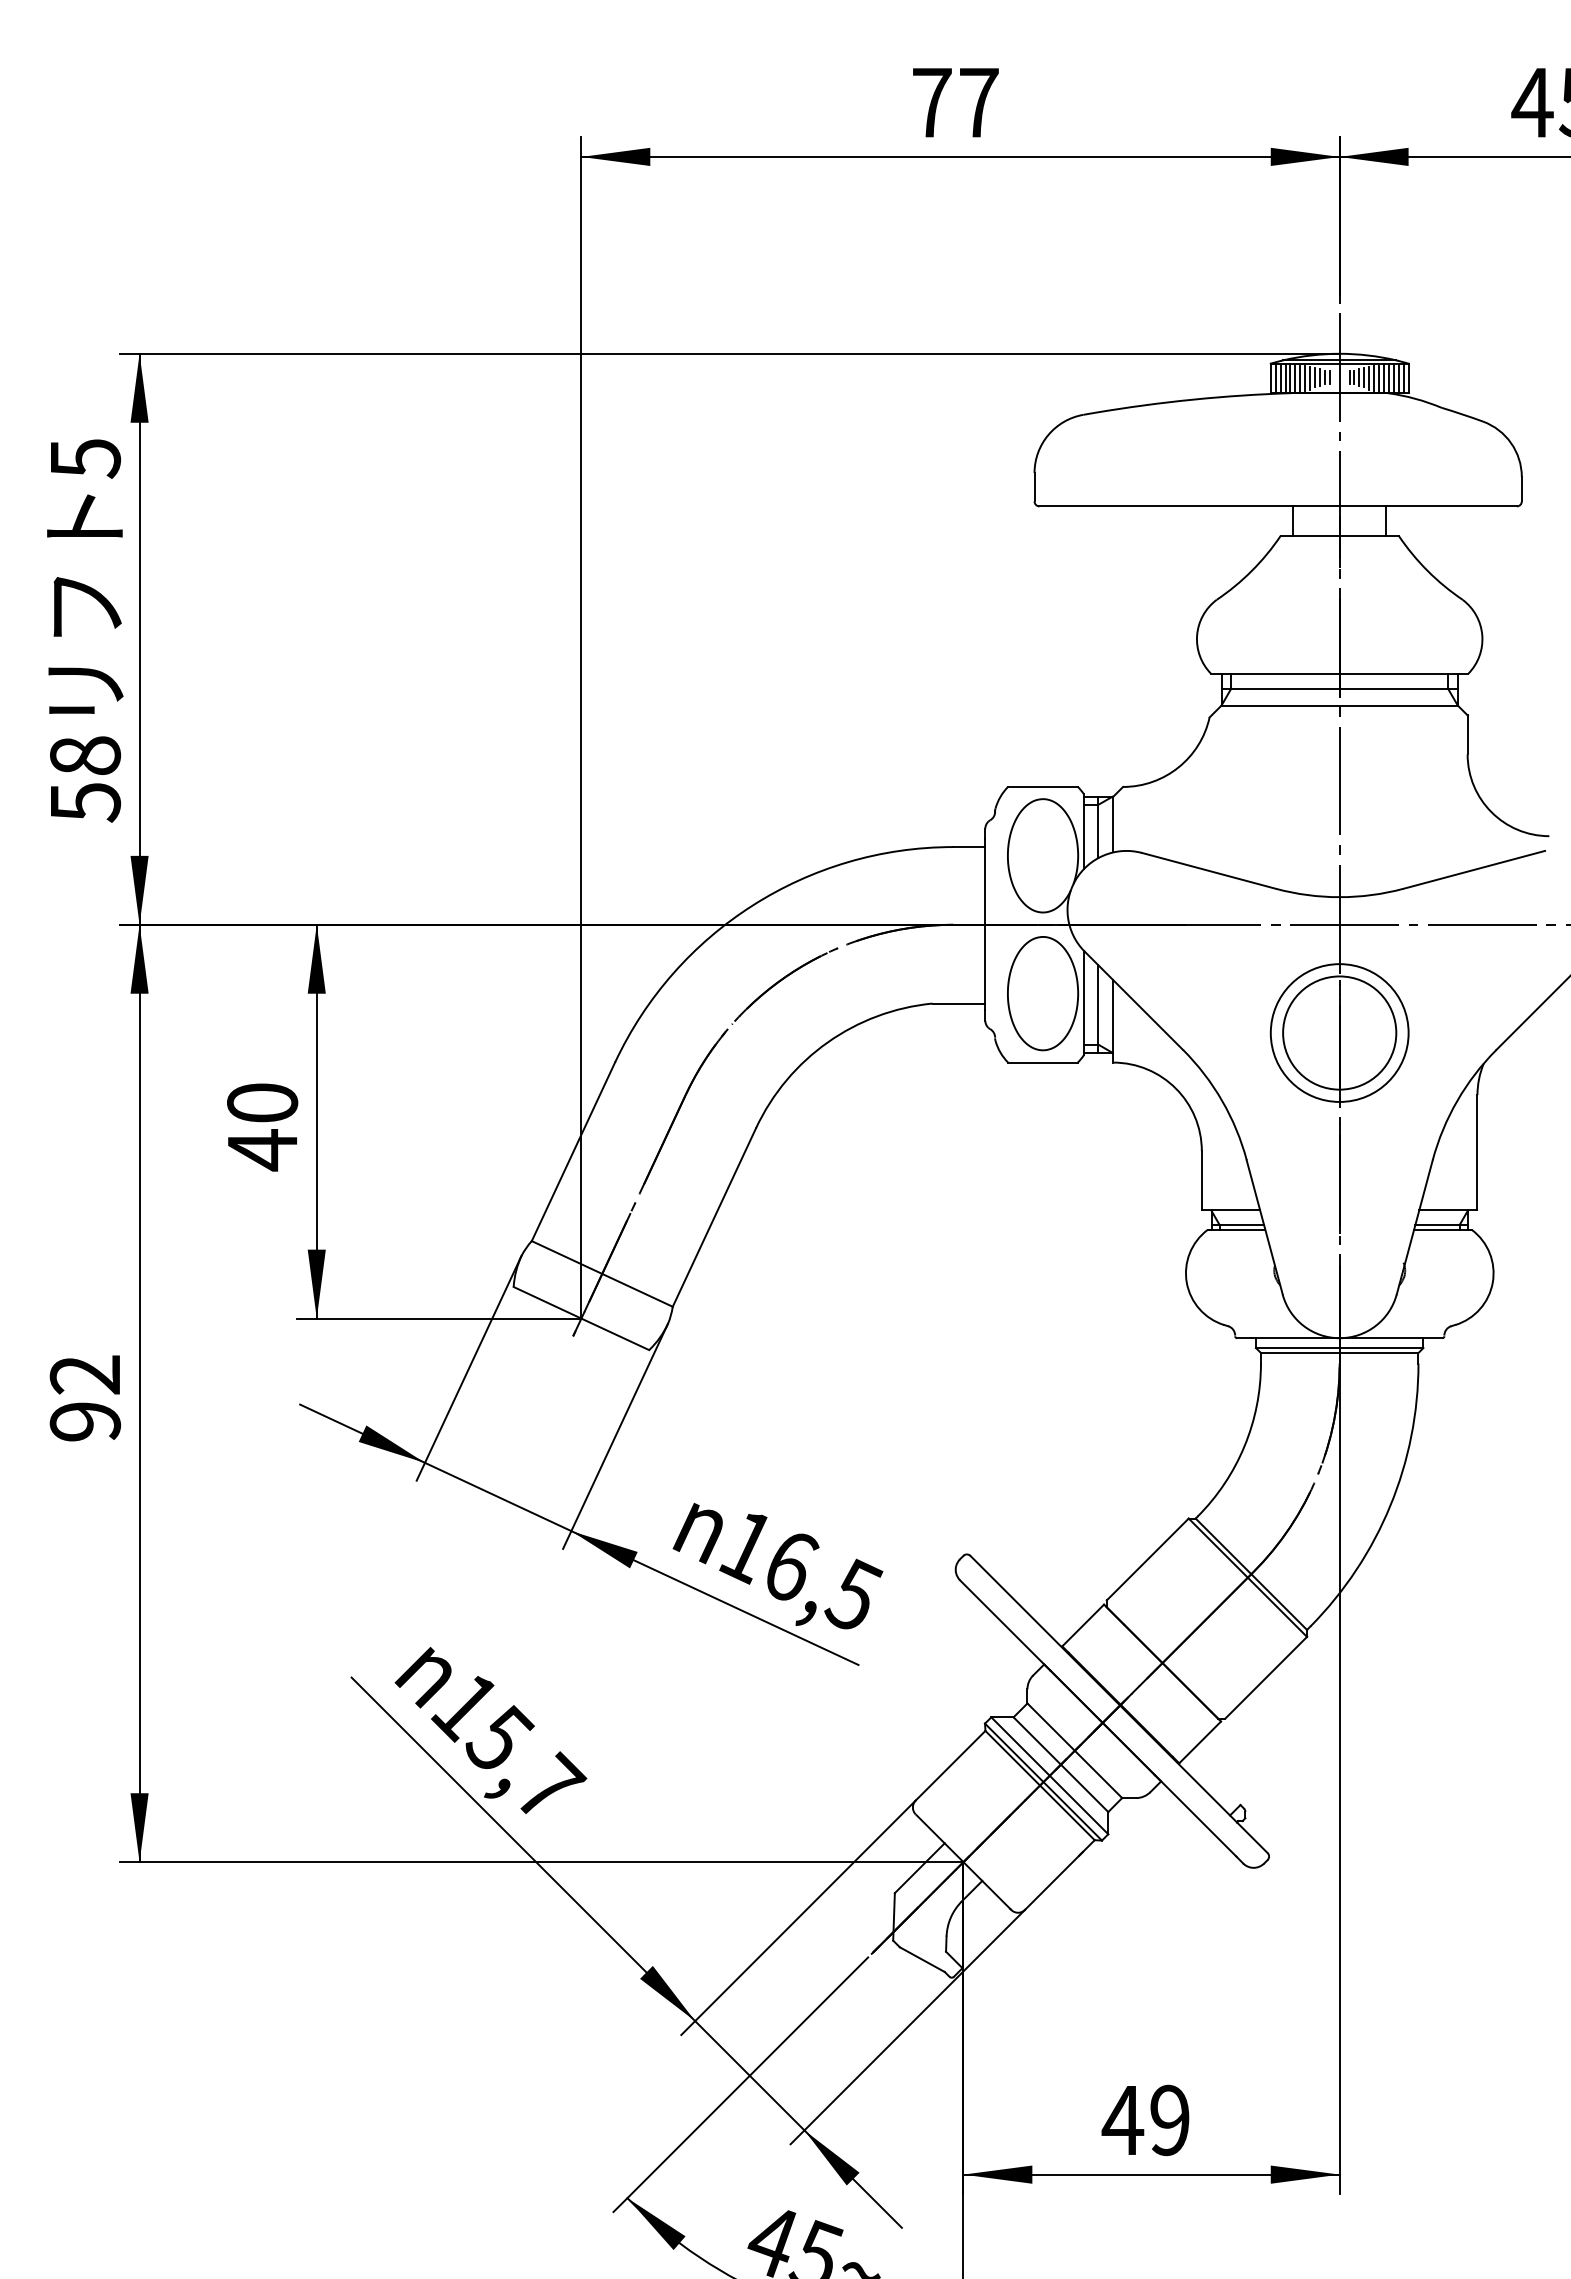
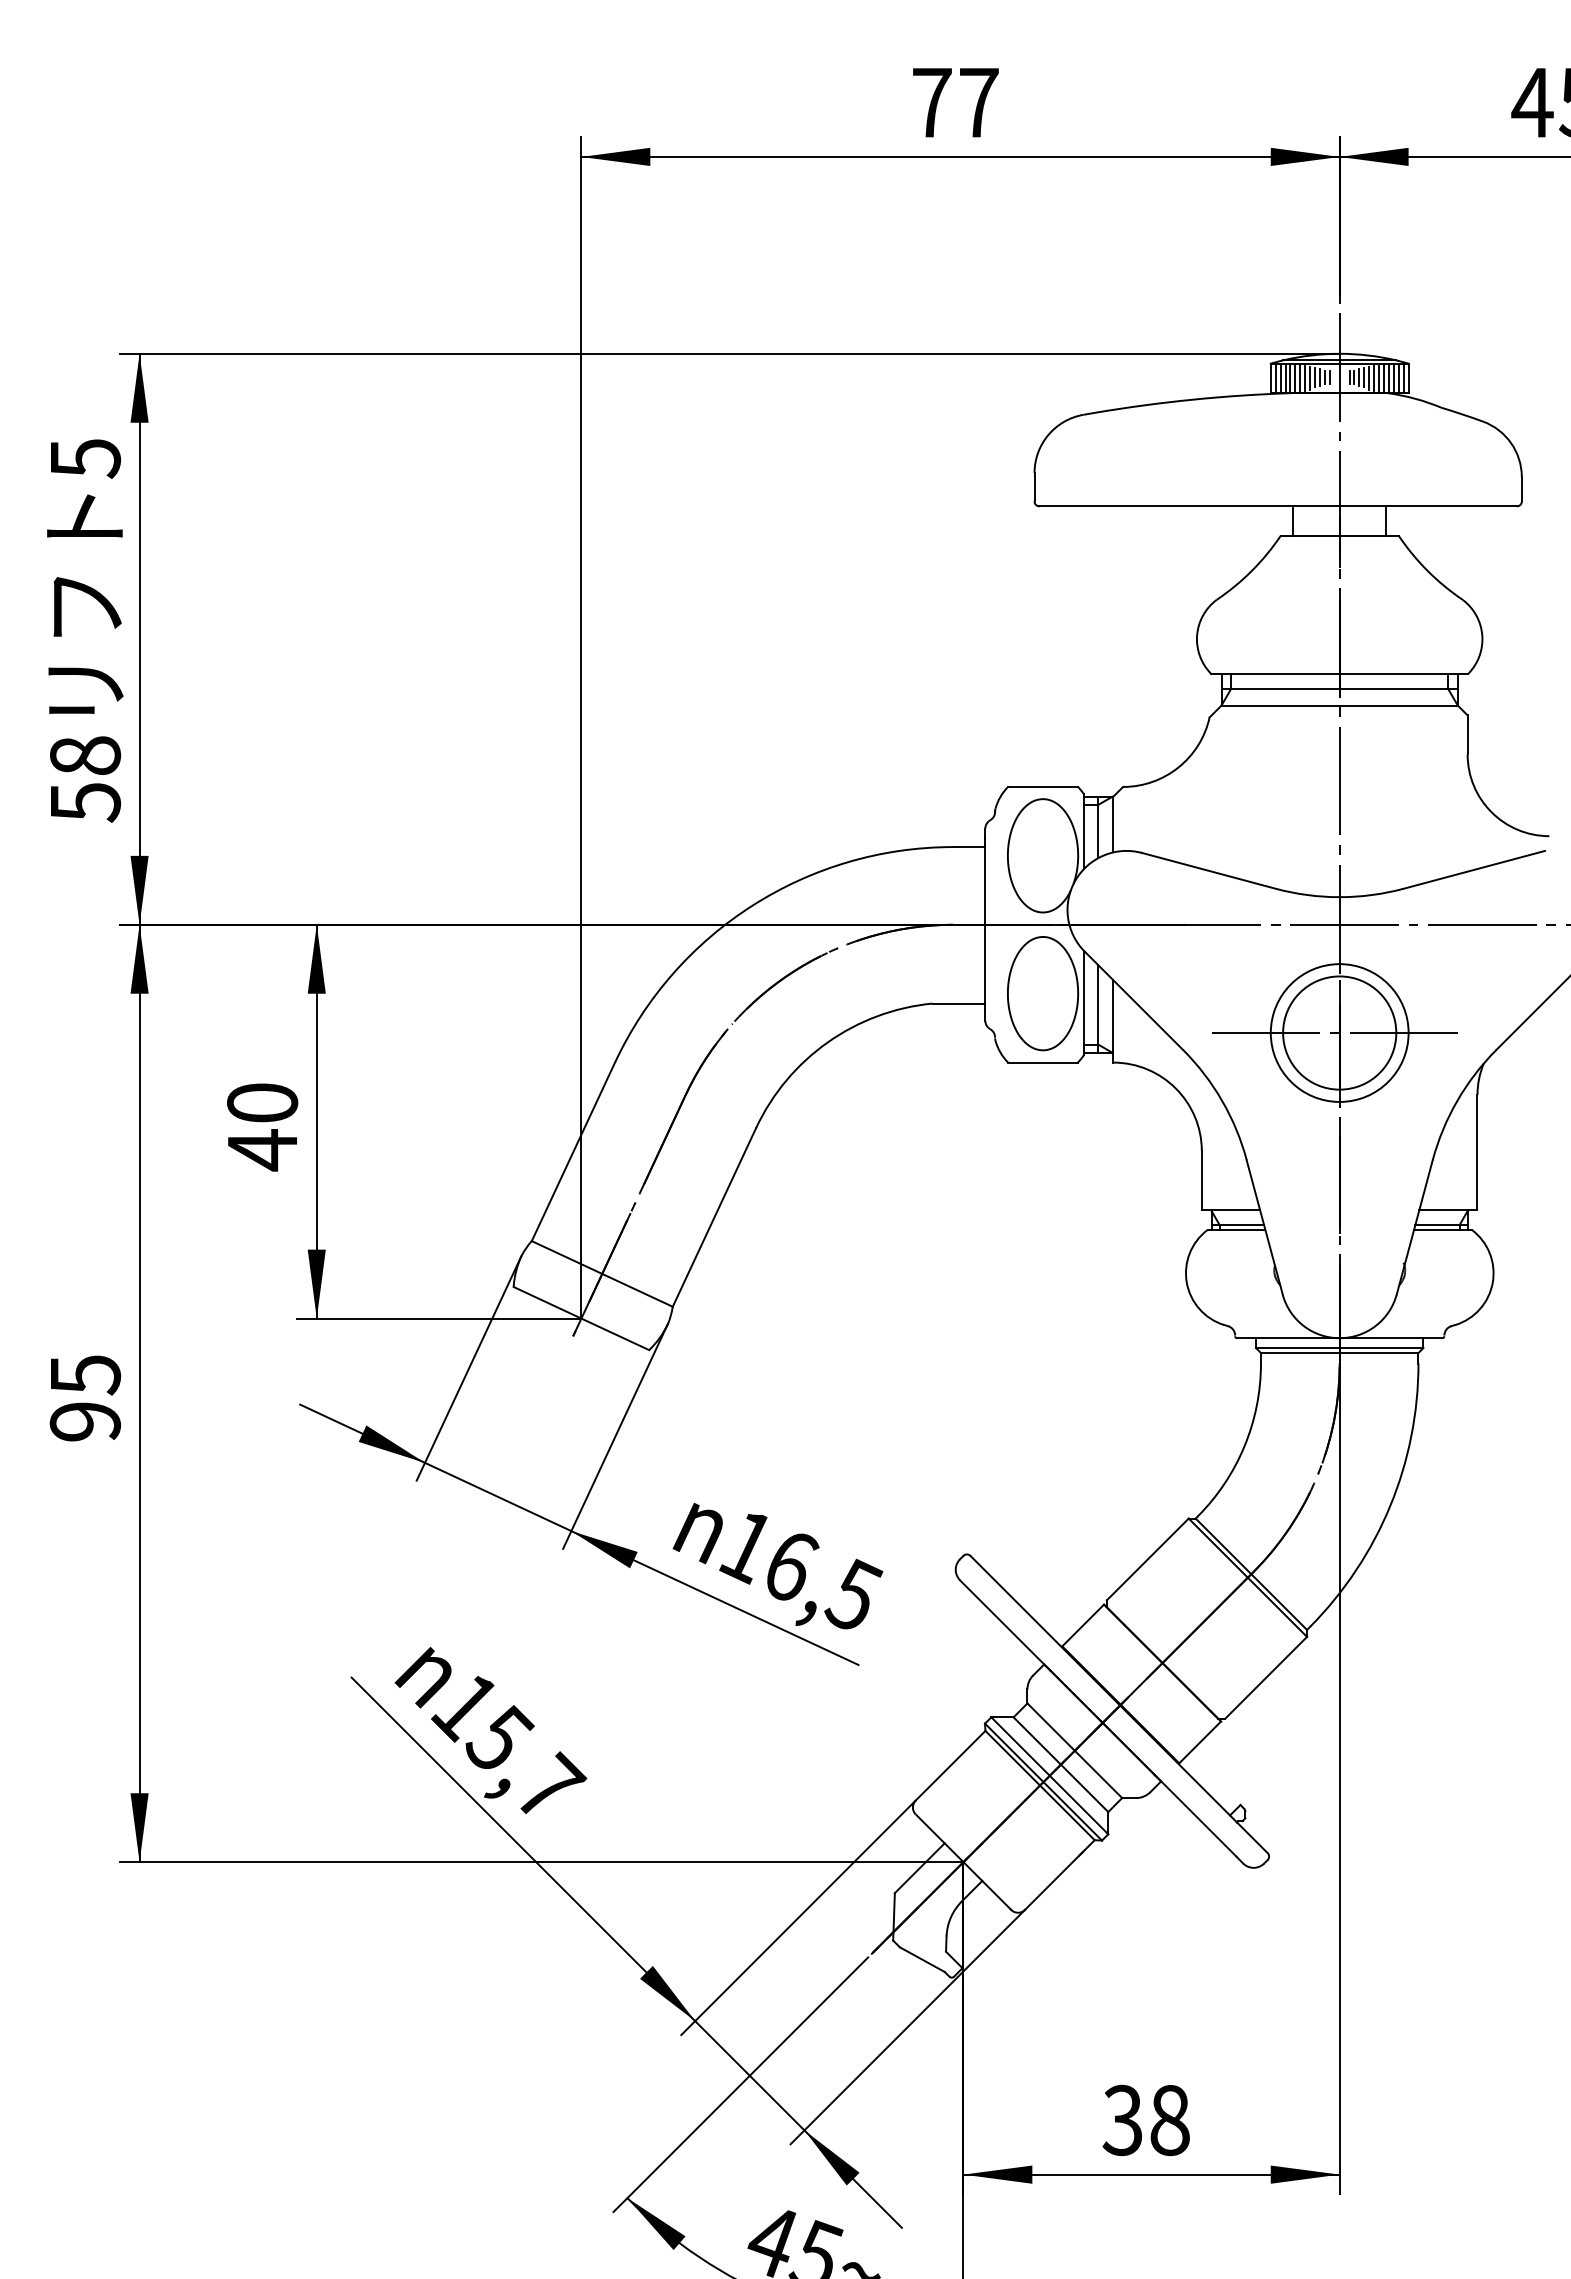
line at (1339, 1033): none -> present
text at (85, 1375): 92 -> 95
text at (1145, 2120): 49 -> 38
